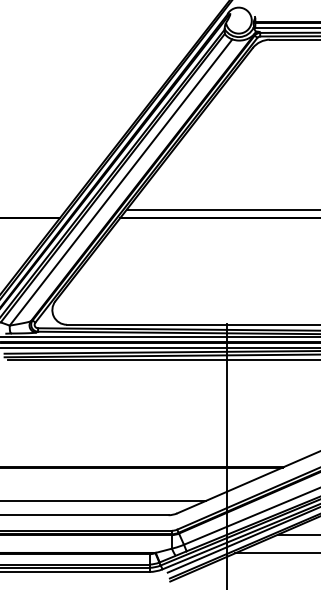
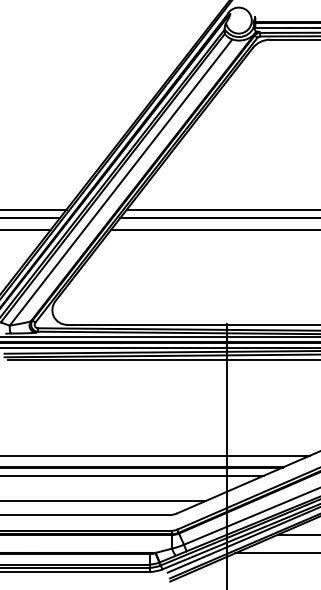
line at (34, 209): none -> present
line at (26, 229): none -> present
line at (214, 229): none -> present
line at (156, 455): none -> present
line at (133, 475): none -> present
